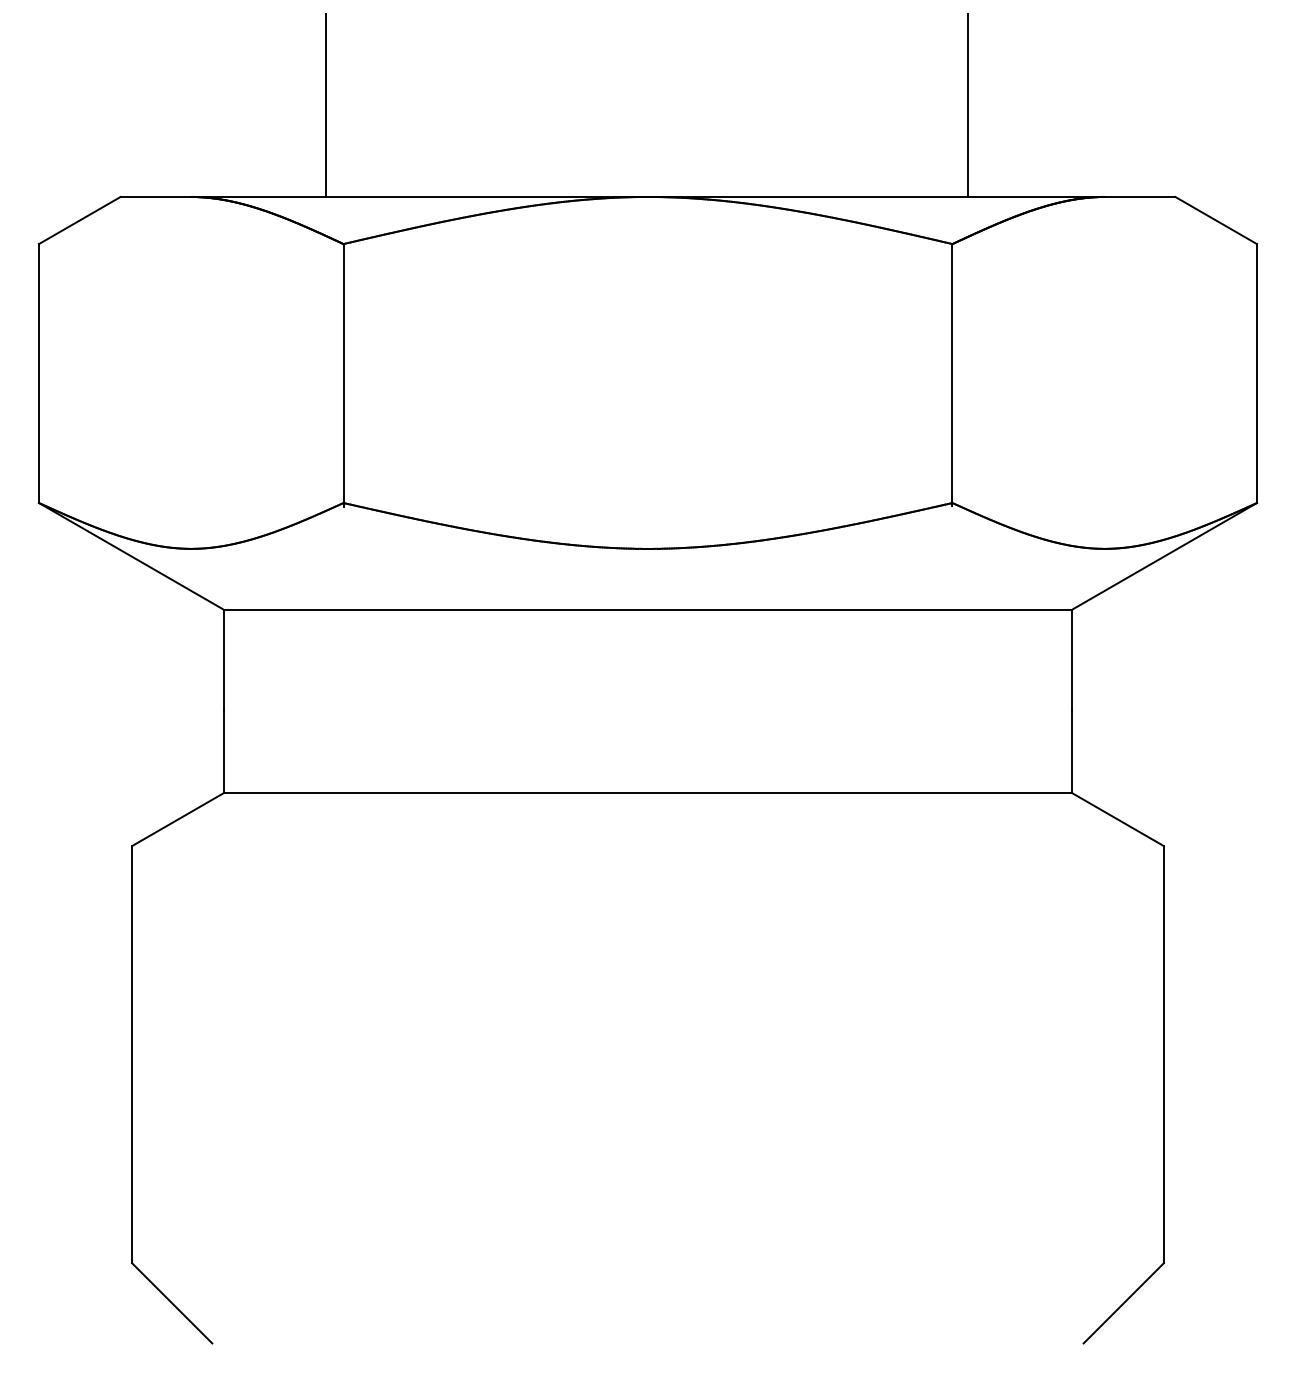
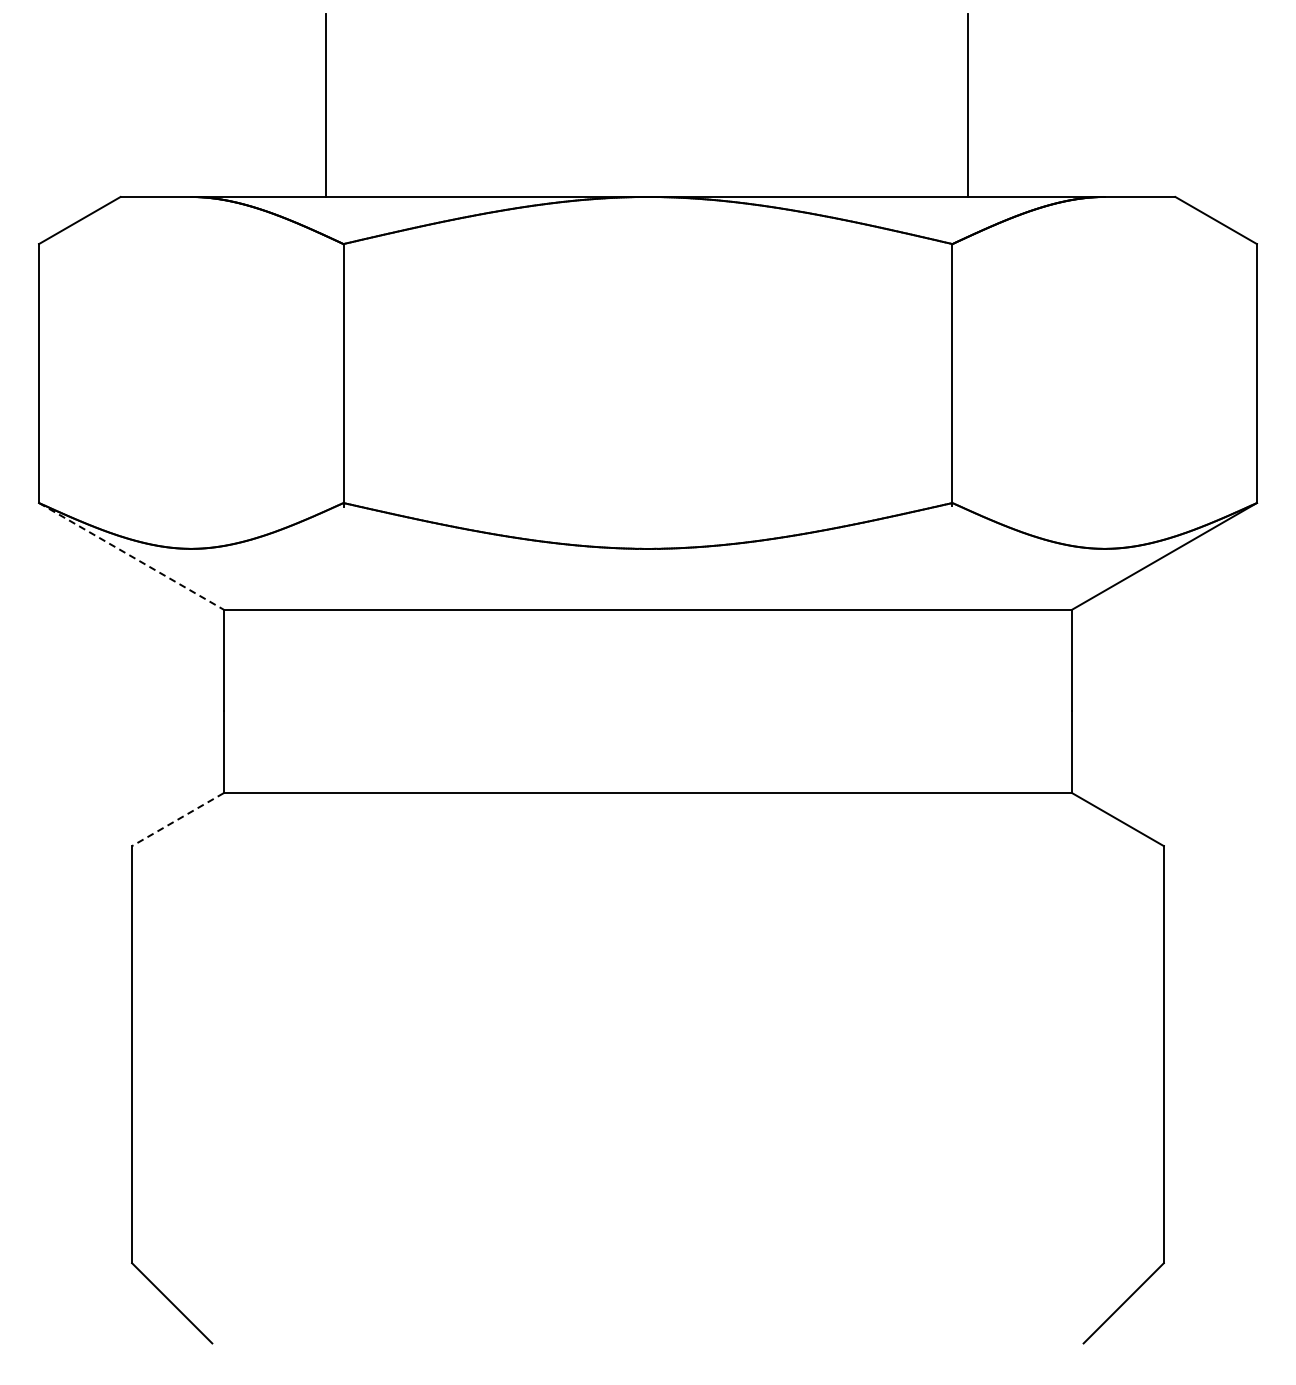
line at (131, 556): solid -> dashed
line at (177, 819): solid -> dashed
